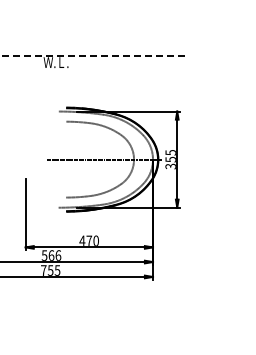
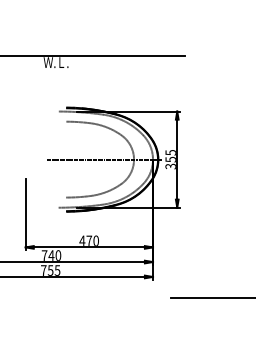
line at (92, 56): dashed -> solid
text at (51, 255): 566 -> 740
line at (211, 297): none -> present
